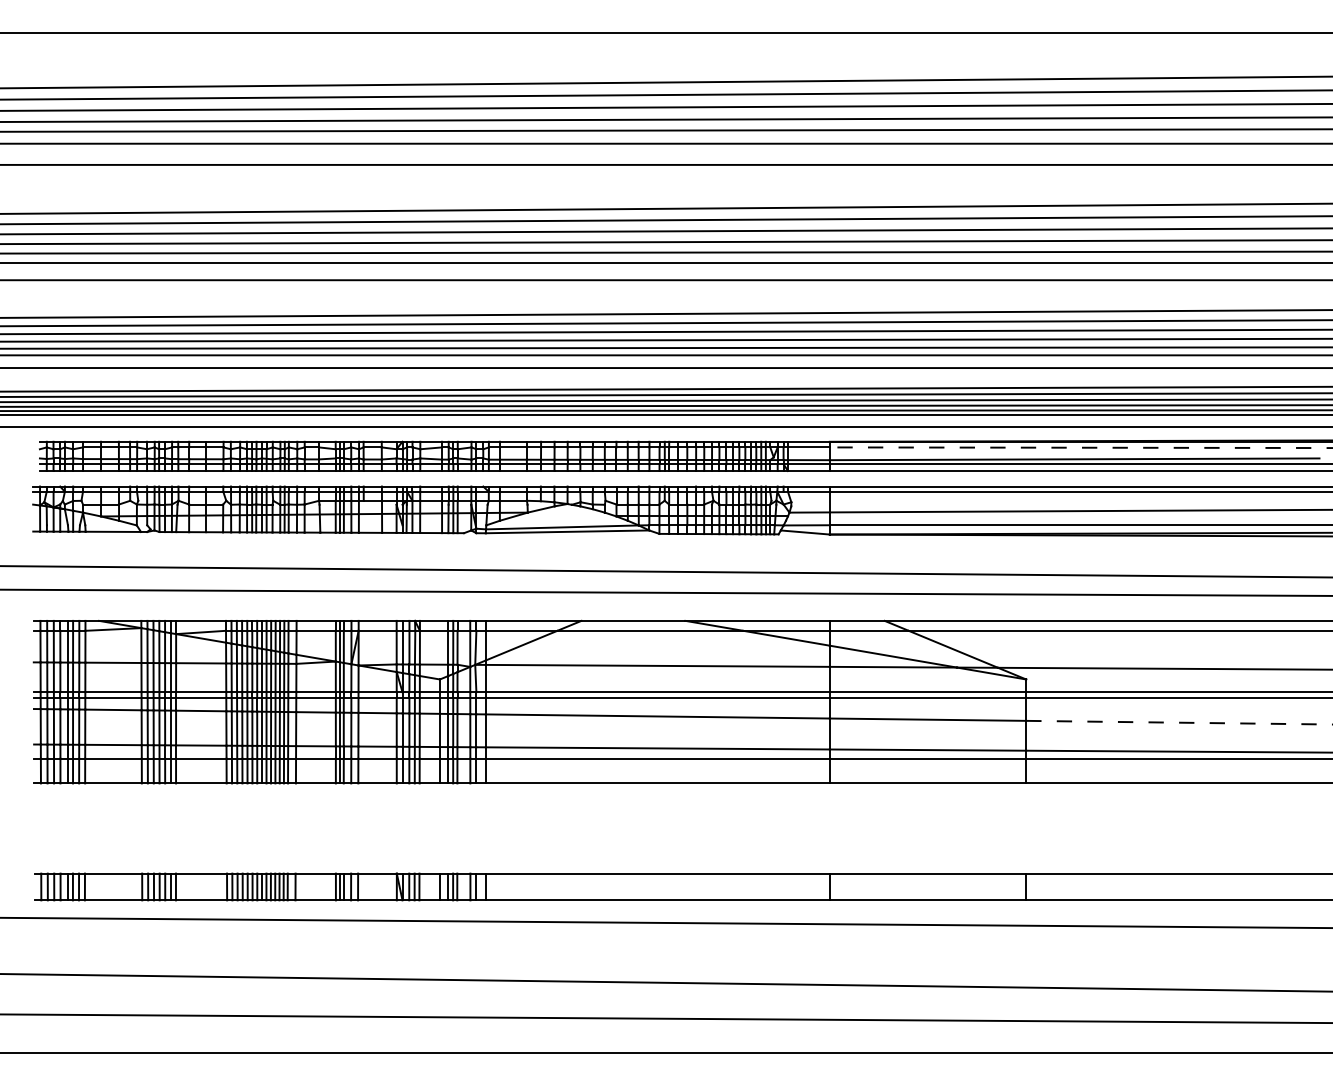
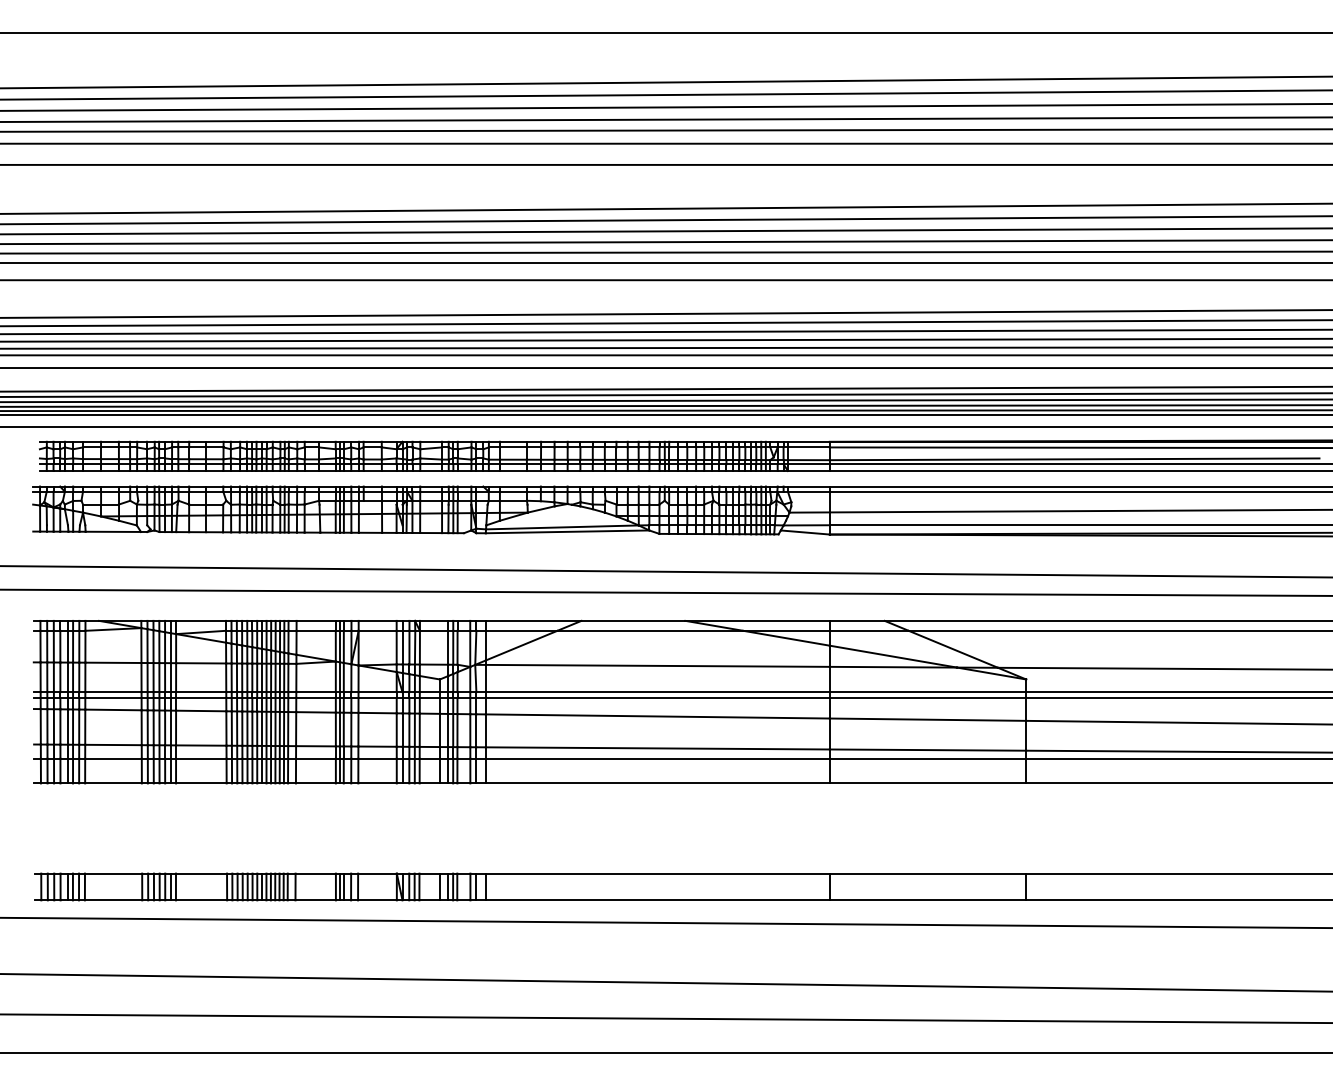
line at (1080, 447): dashed -> solid
line at (1179, 722): dashed -> solid
